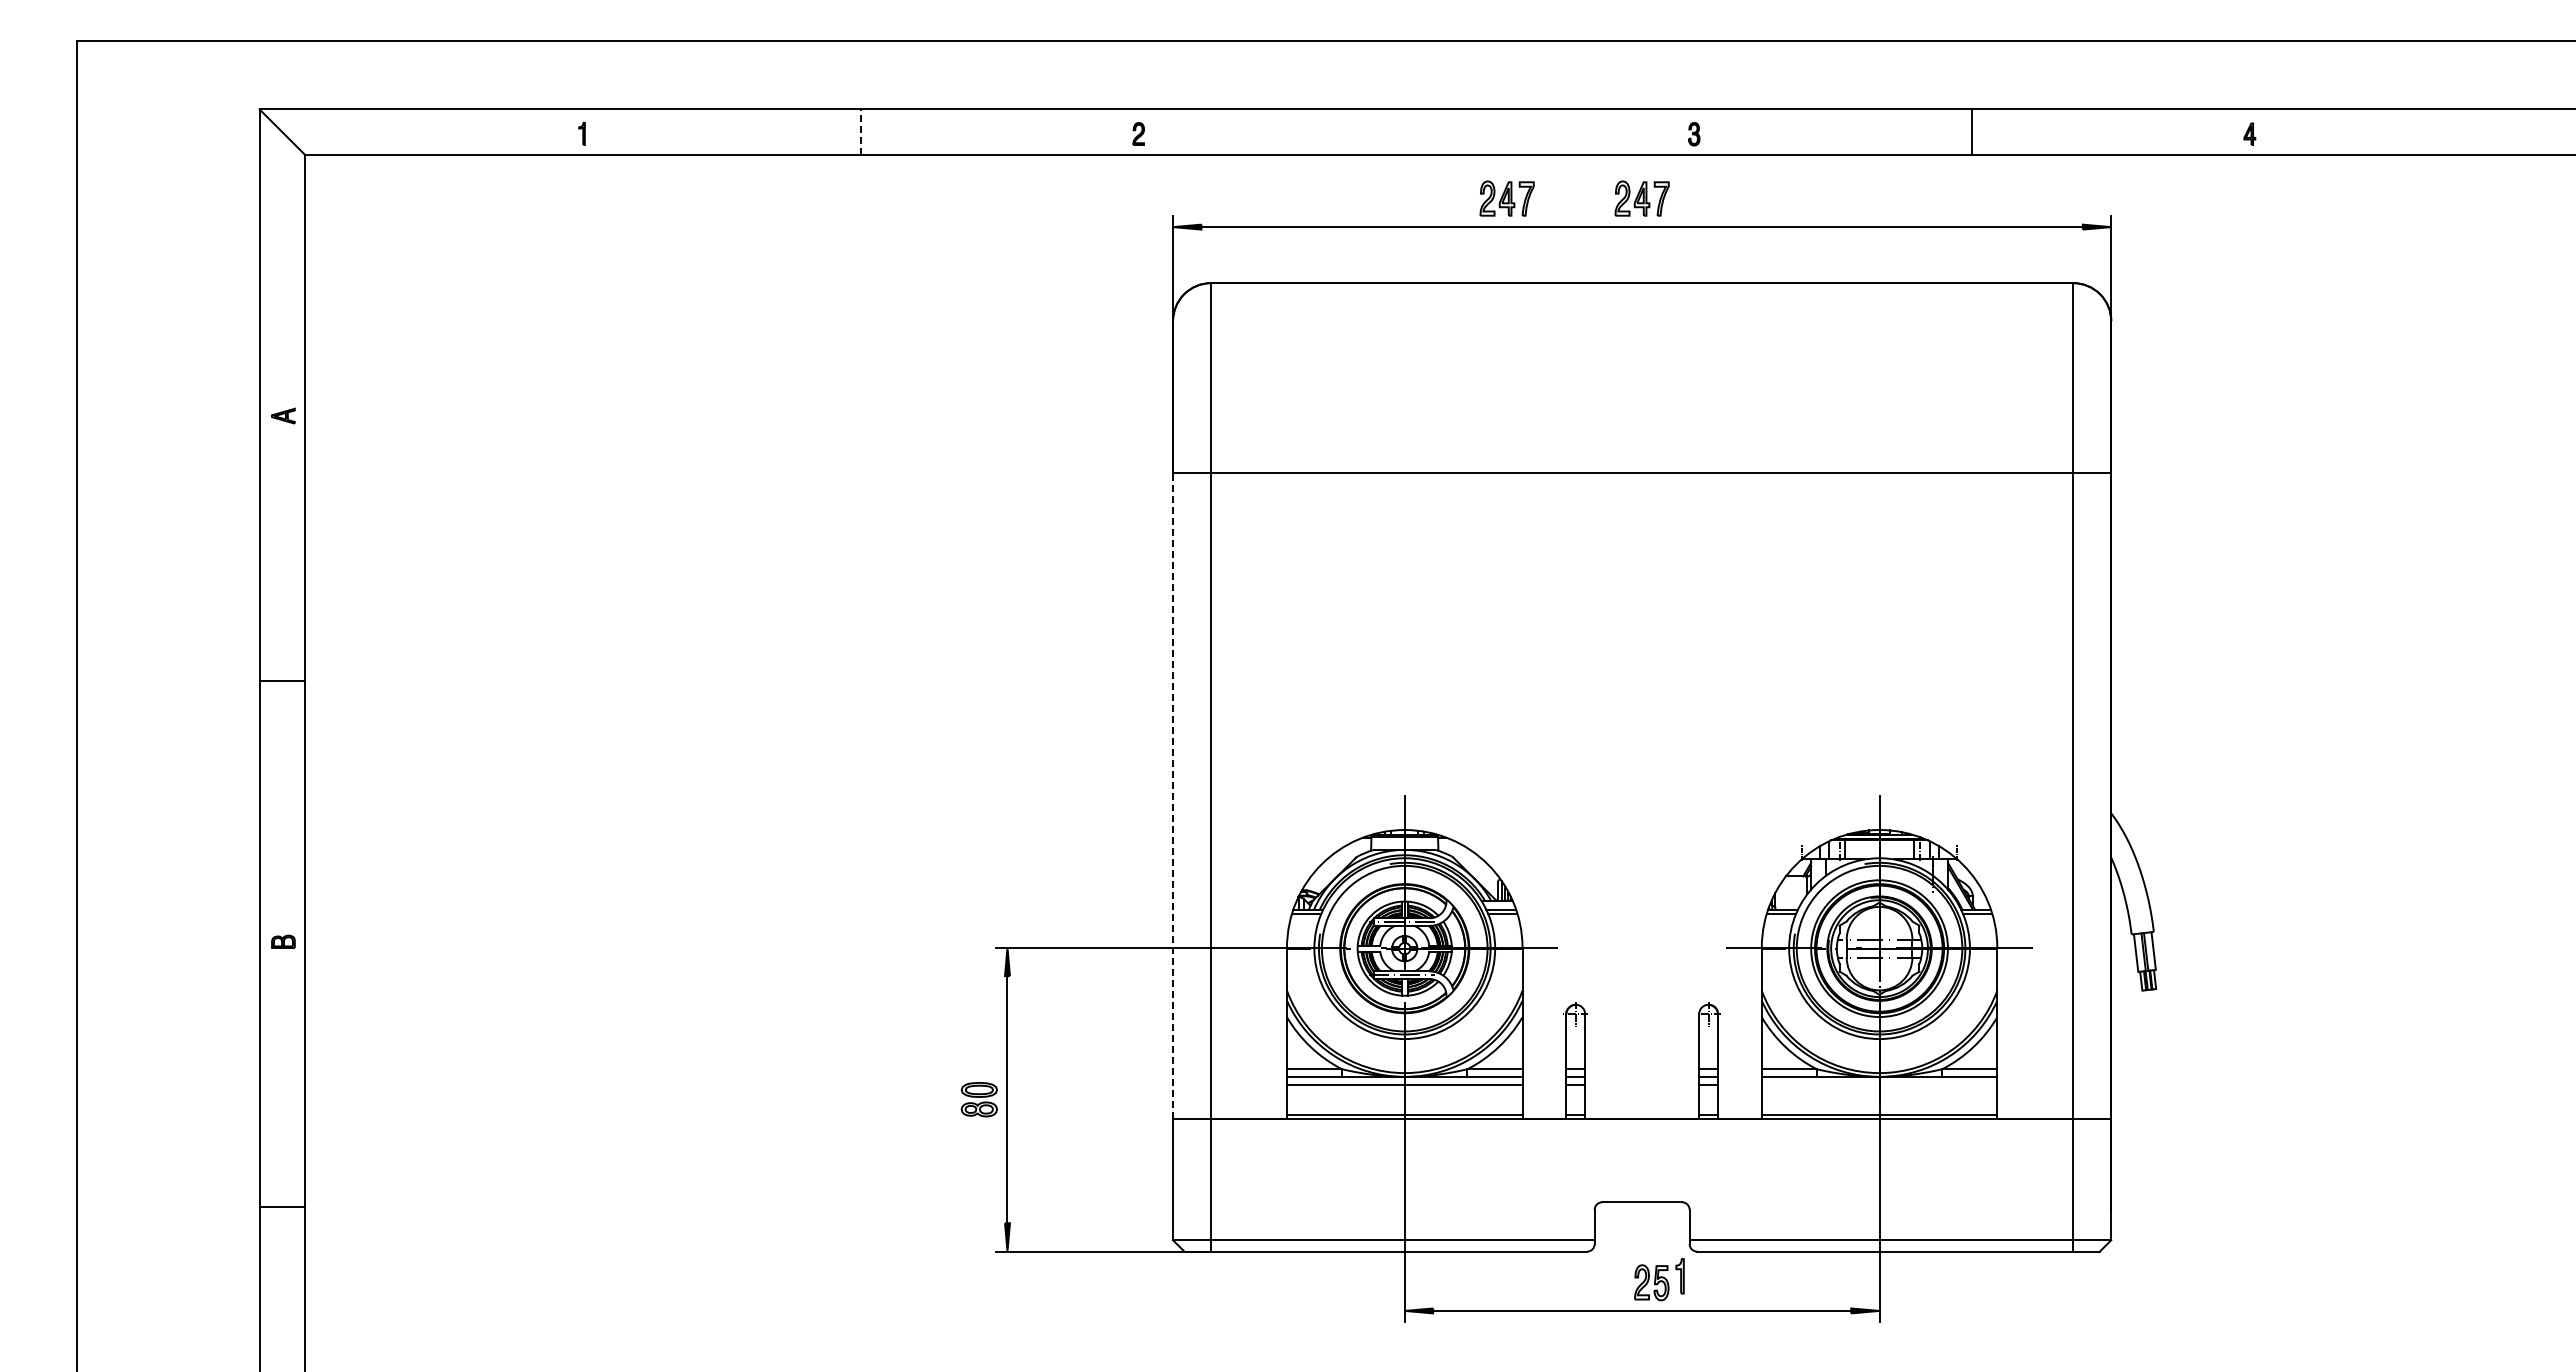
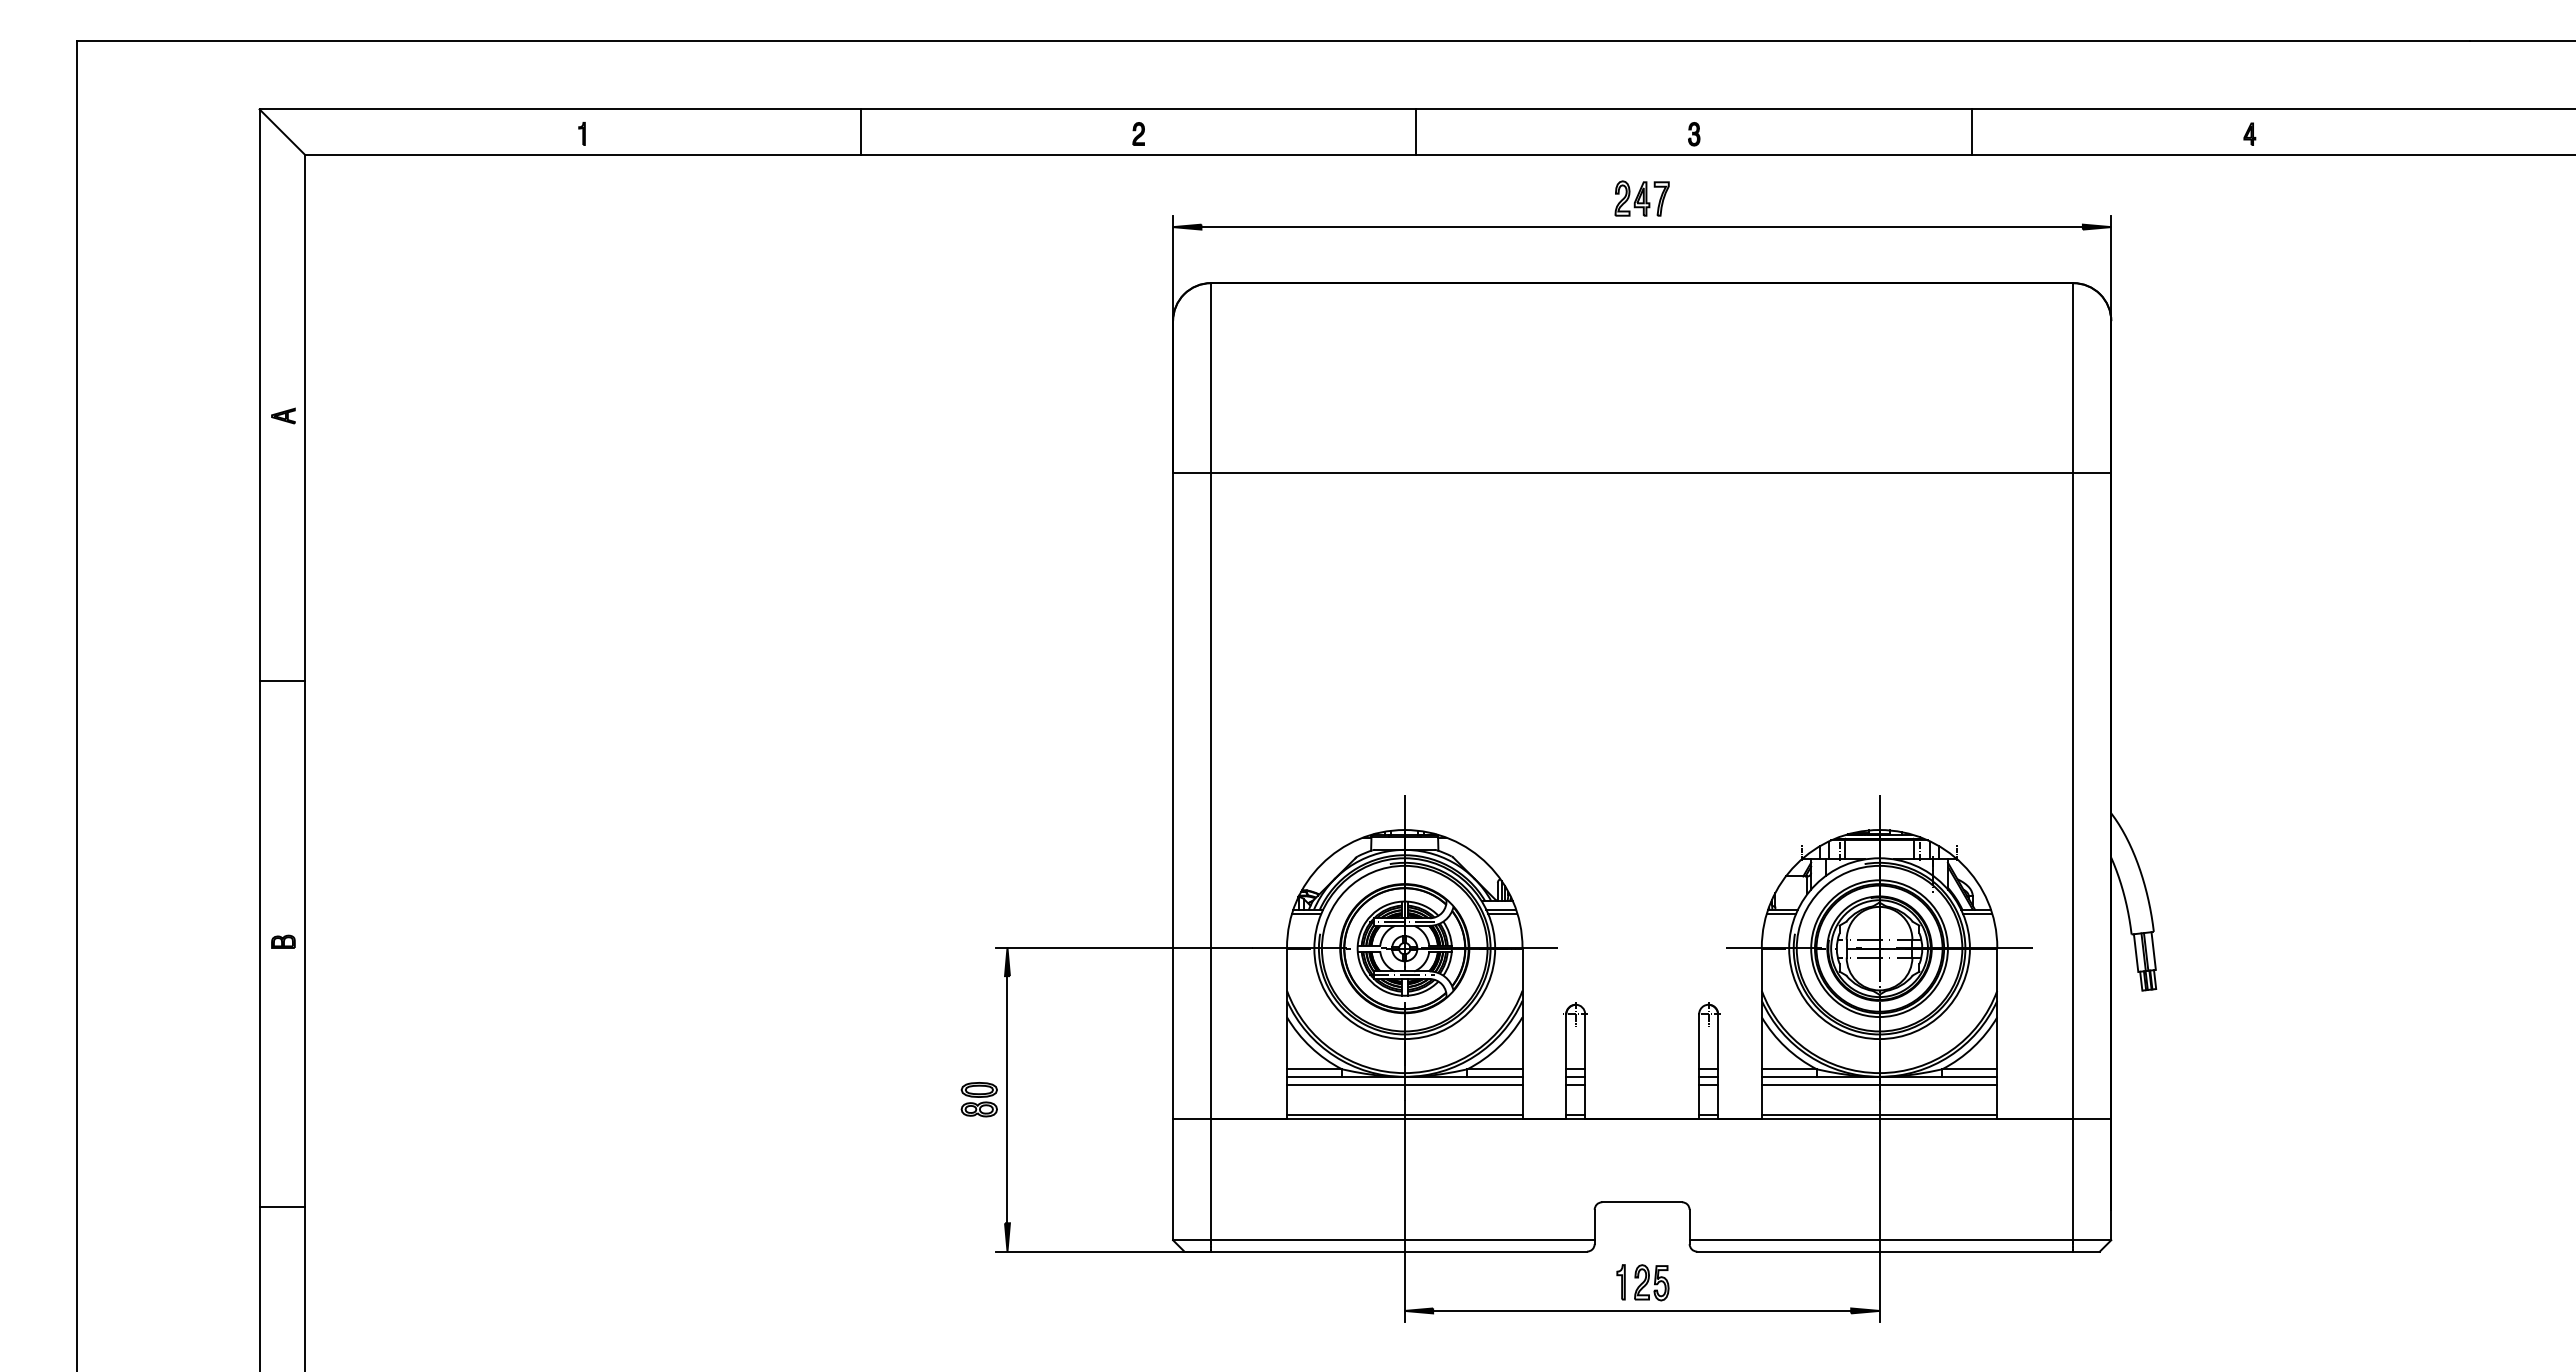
line at (1416, 131): none -> present
line at (860, 132): dashed -> solid
part at (1506, 198): present -> none
line at (1173, 795): dashed -> solid
line at (1879, 1084): none -> present
part at (1679, 1276) position: (1679, 1276) -> (1620, 1282)
